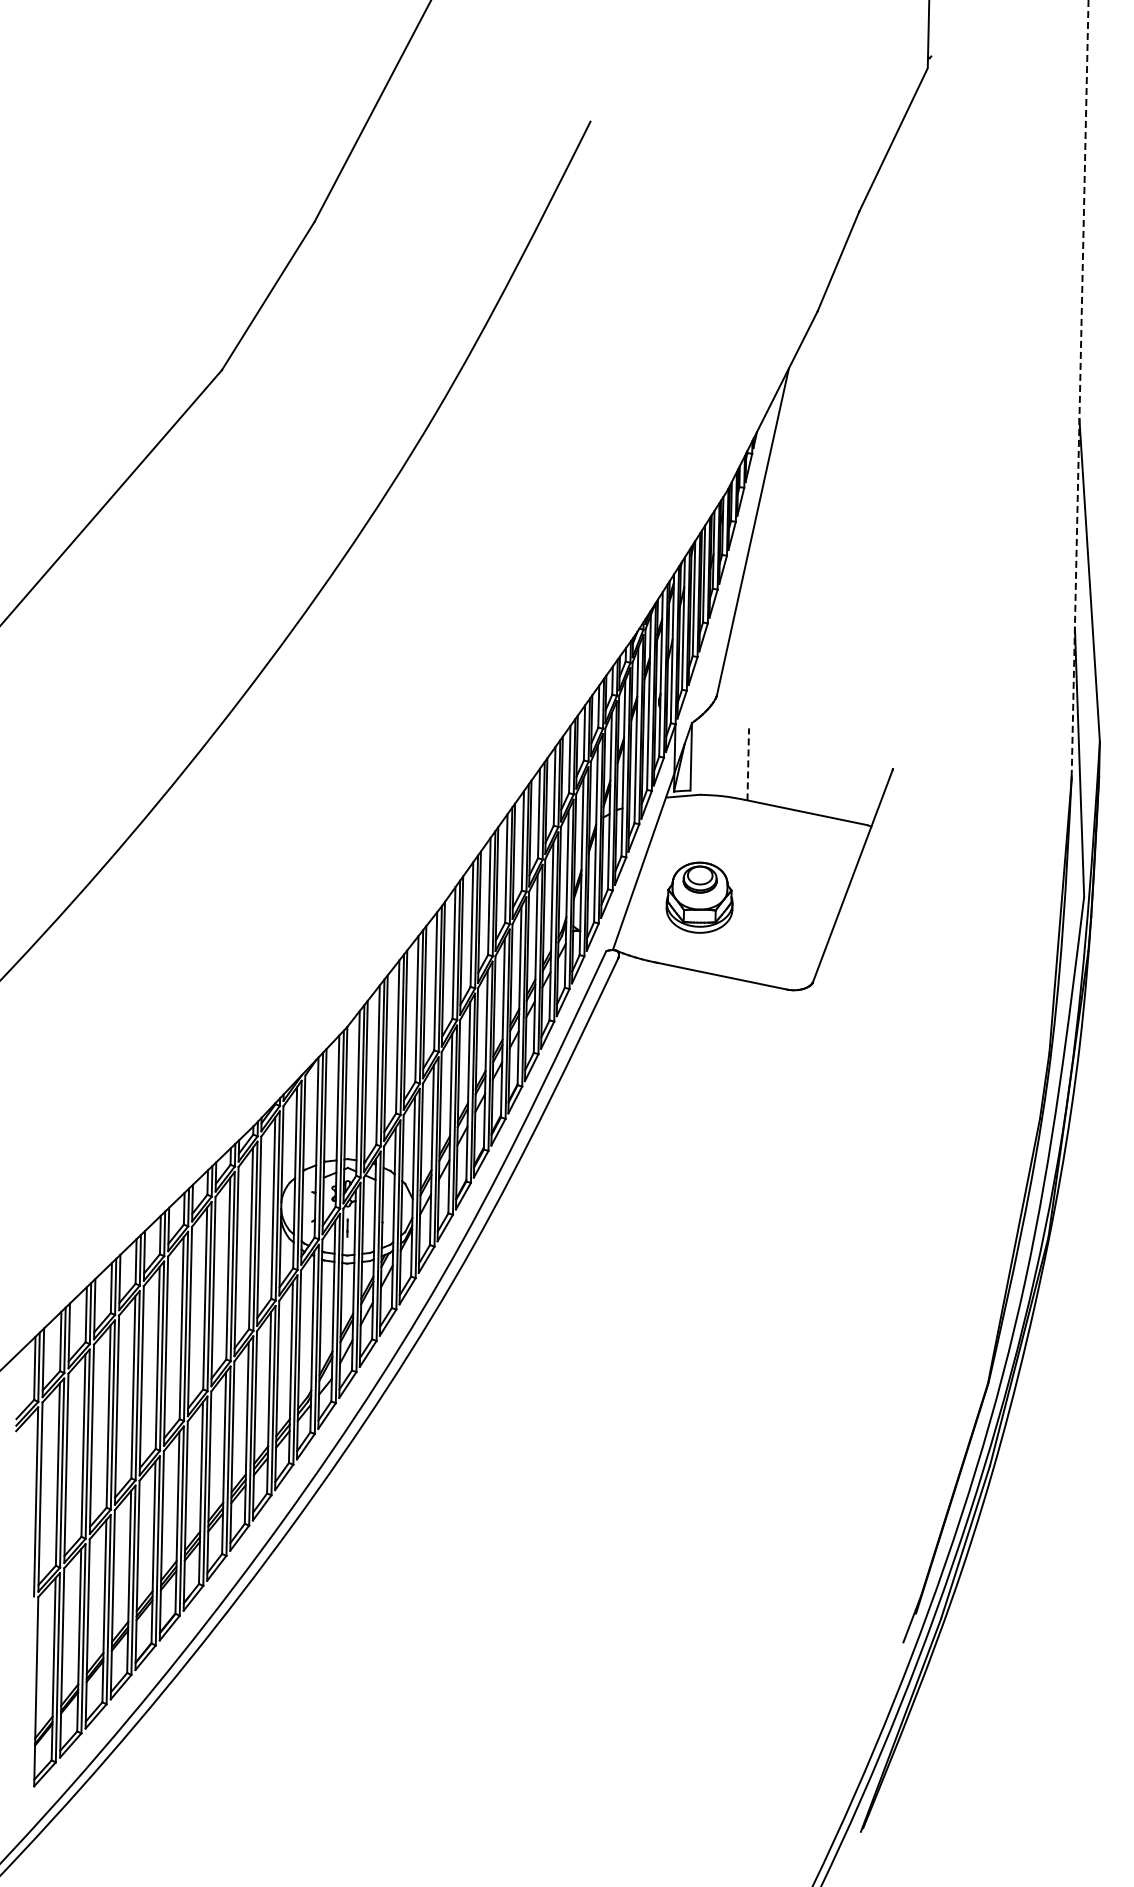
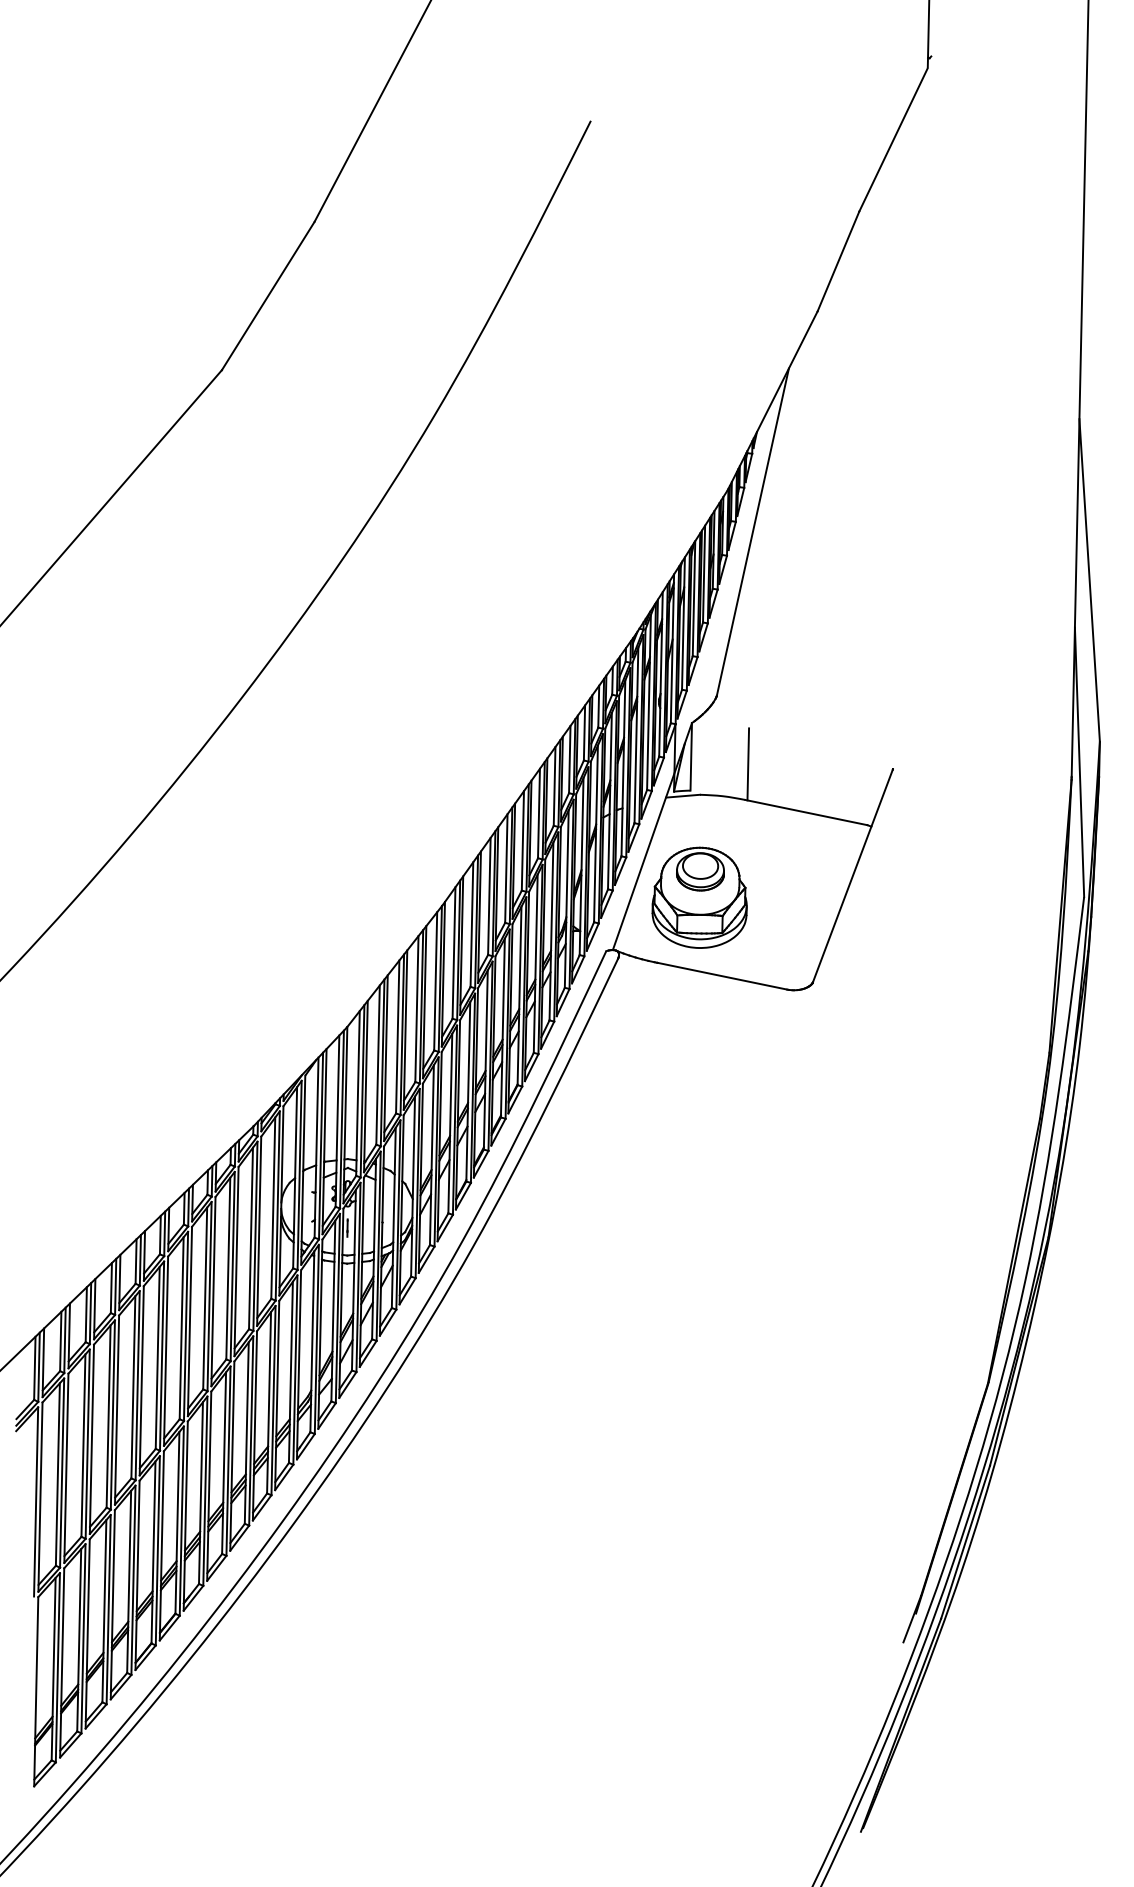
line at (1080, 388): dashed -> solid
line at (748, 763): dashed -> solid
part at (699, 897) size: 69x73 px -> 97x103 px
